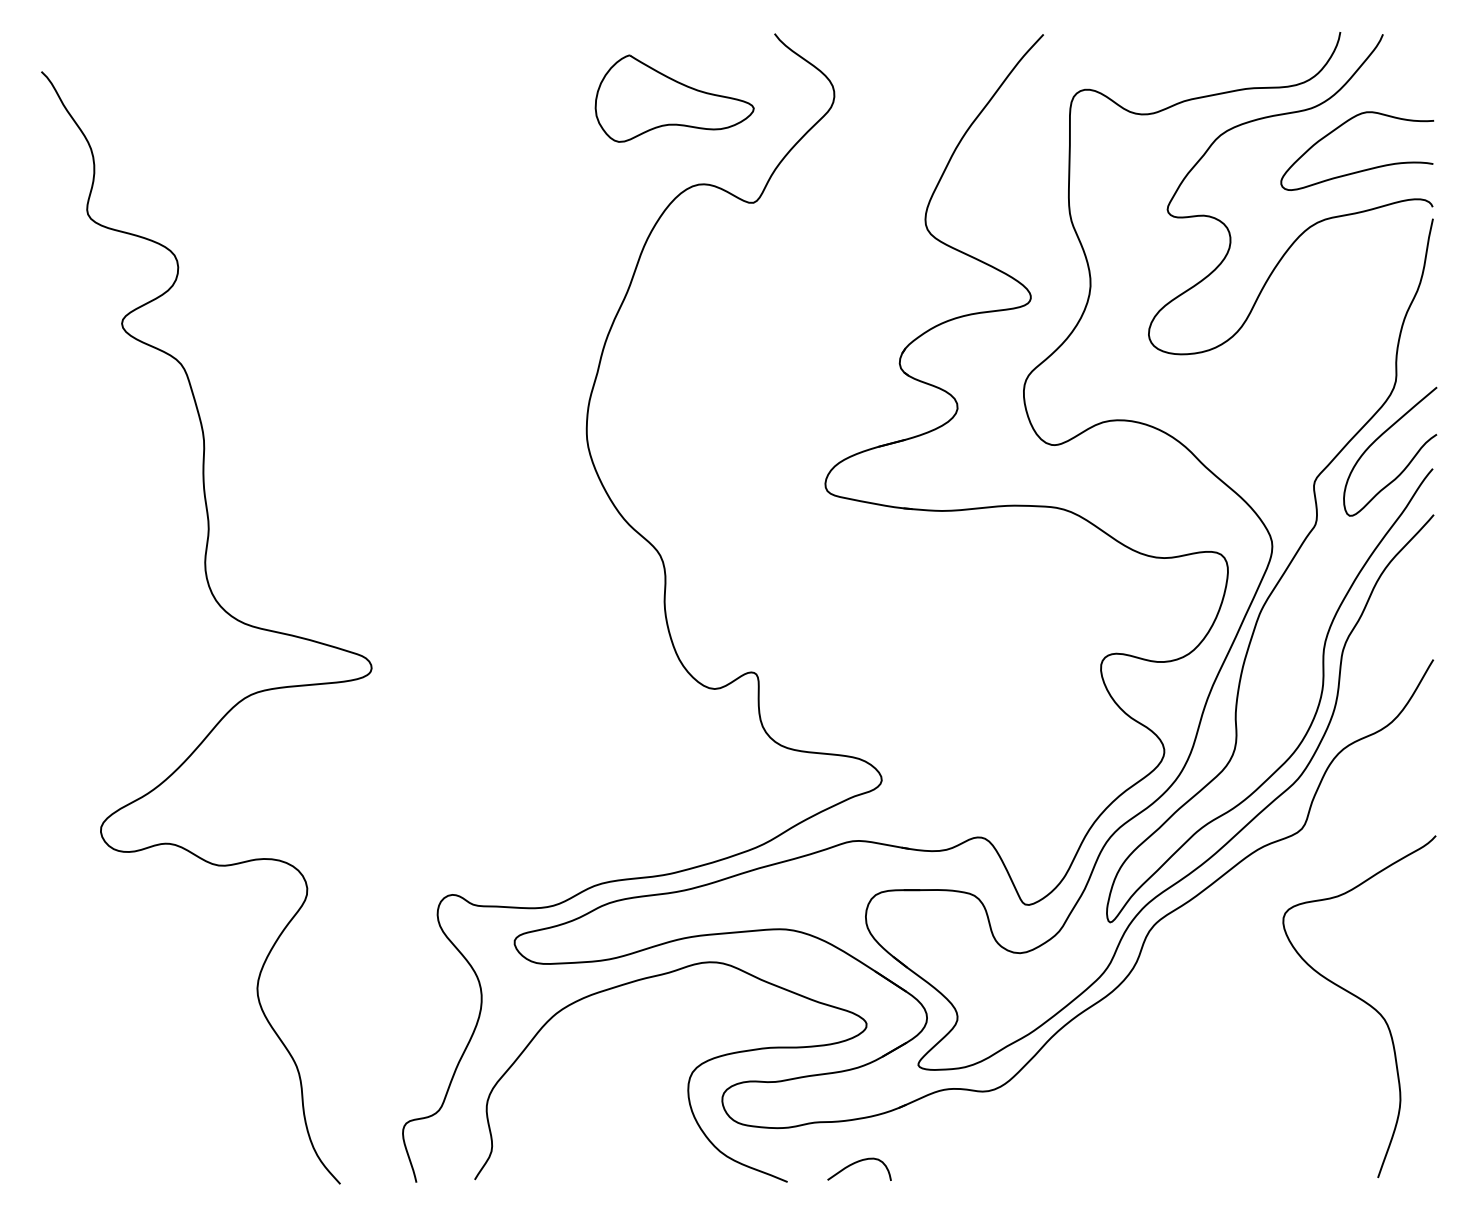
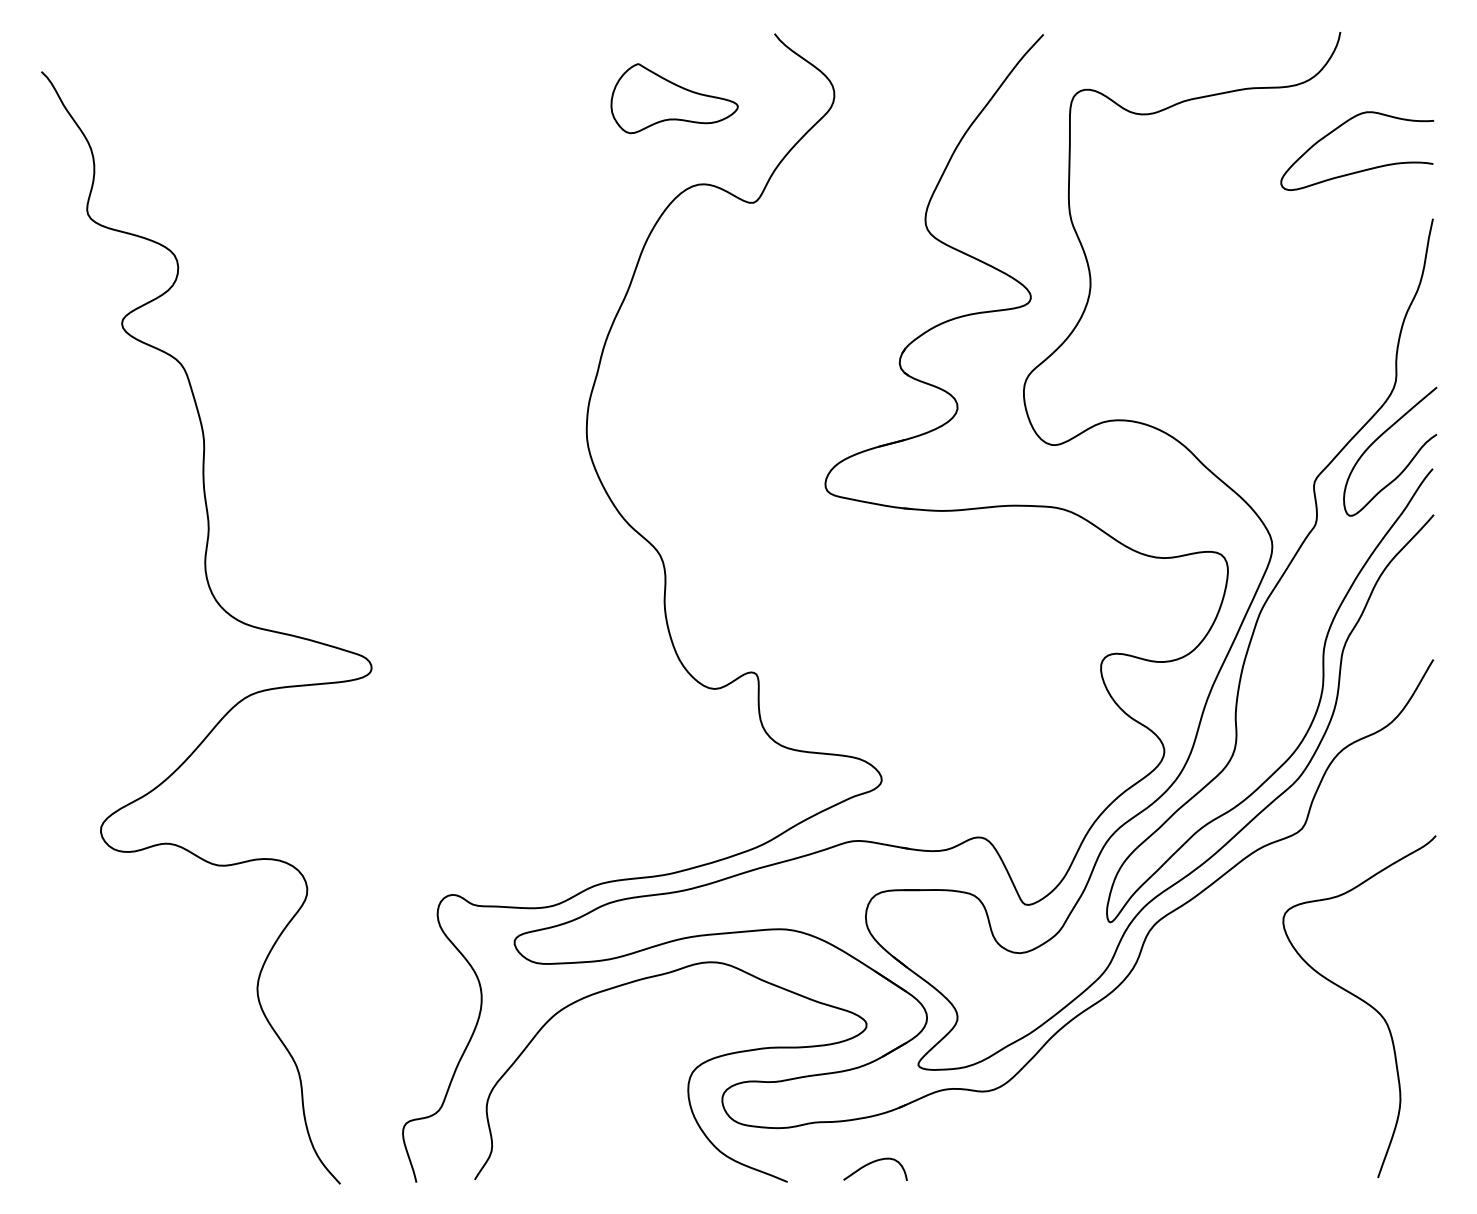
part at (674, 98) size: 161x89 px -> 129x72 px
curve at (1310, 225): present -> none
curve at (856, 1163) position: (856, 1163) -> (872, 1163)
